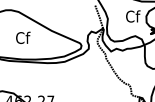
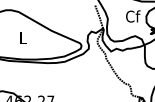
text at (23, 37): Cf -> L
